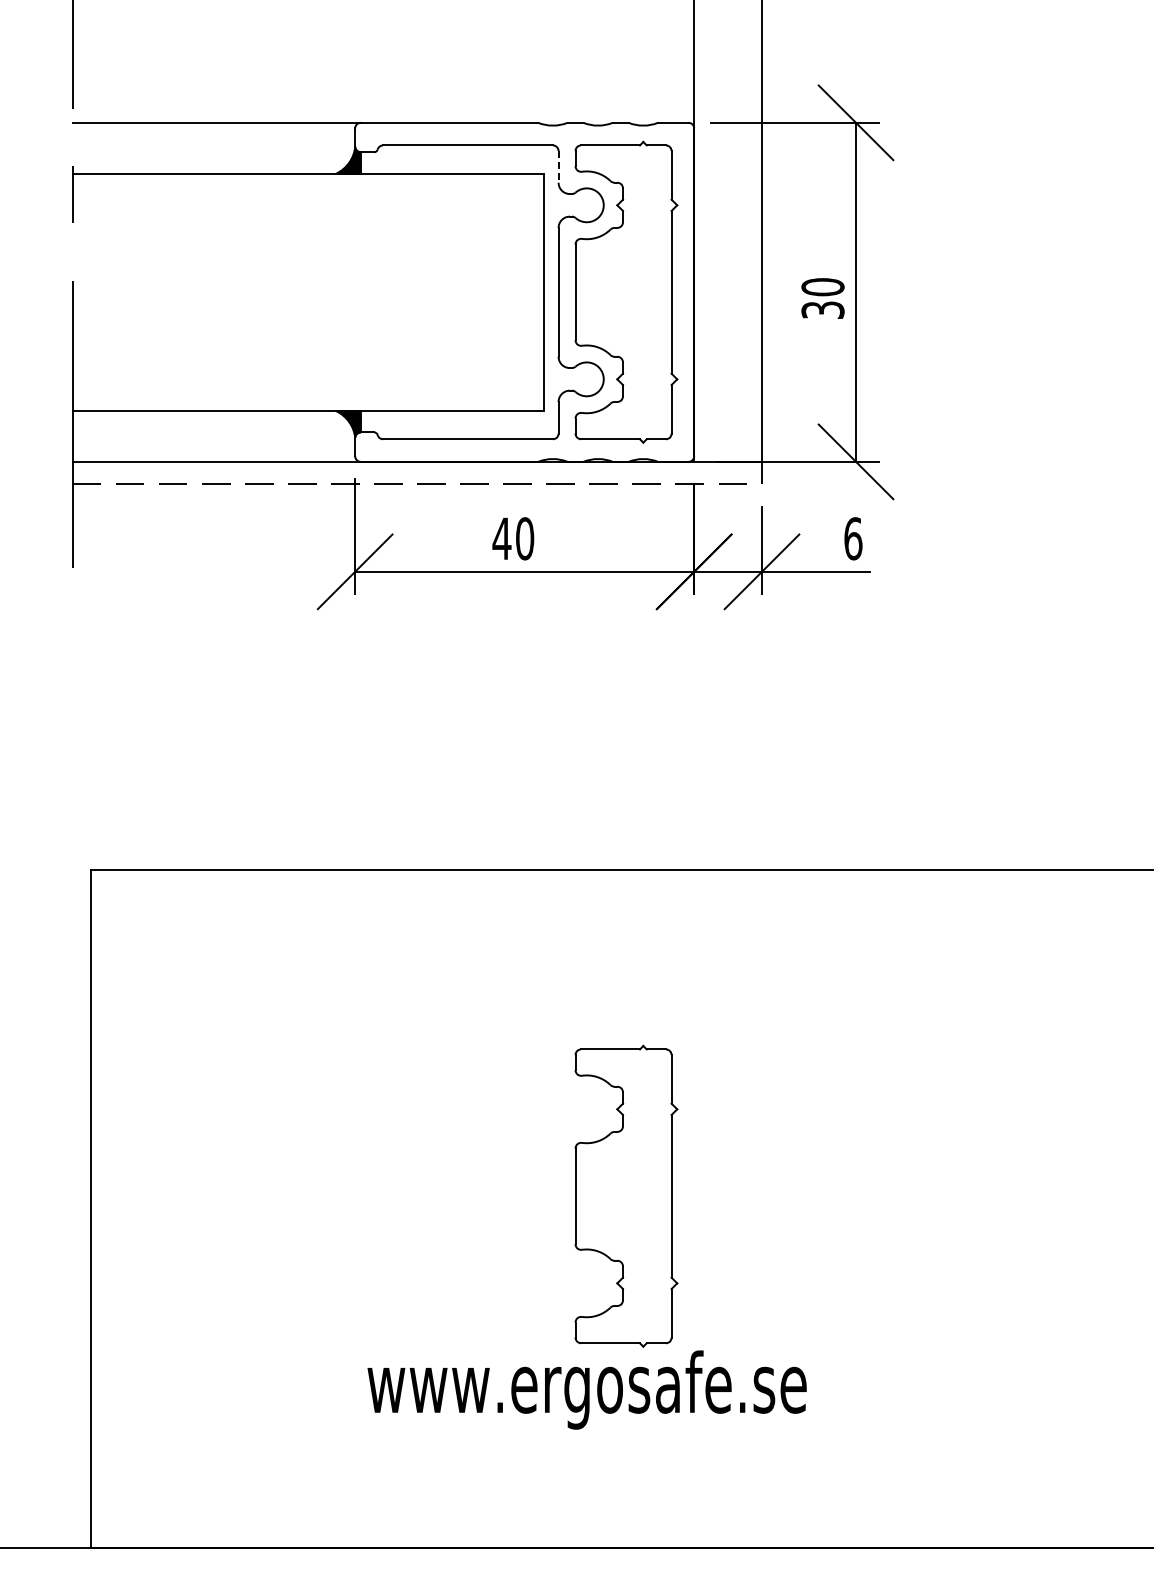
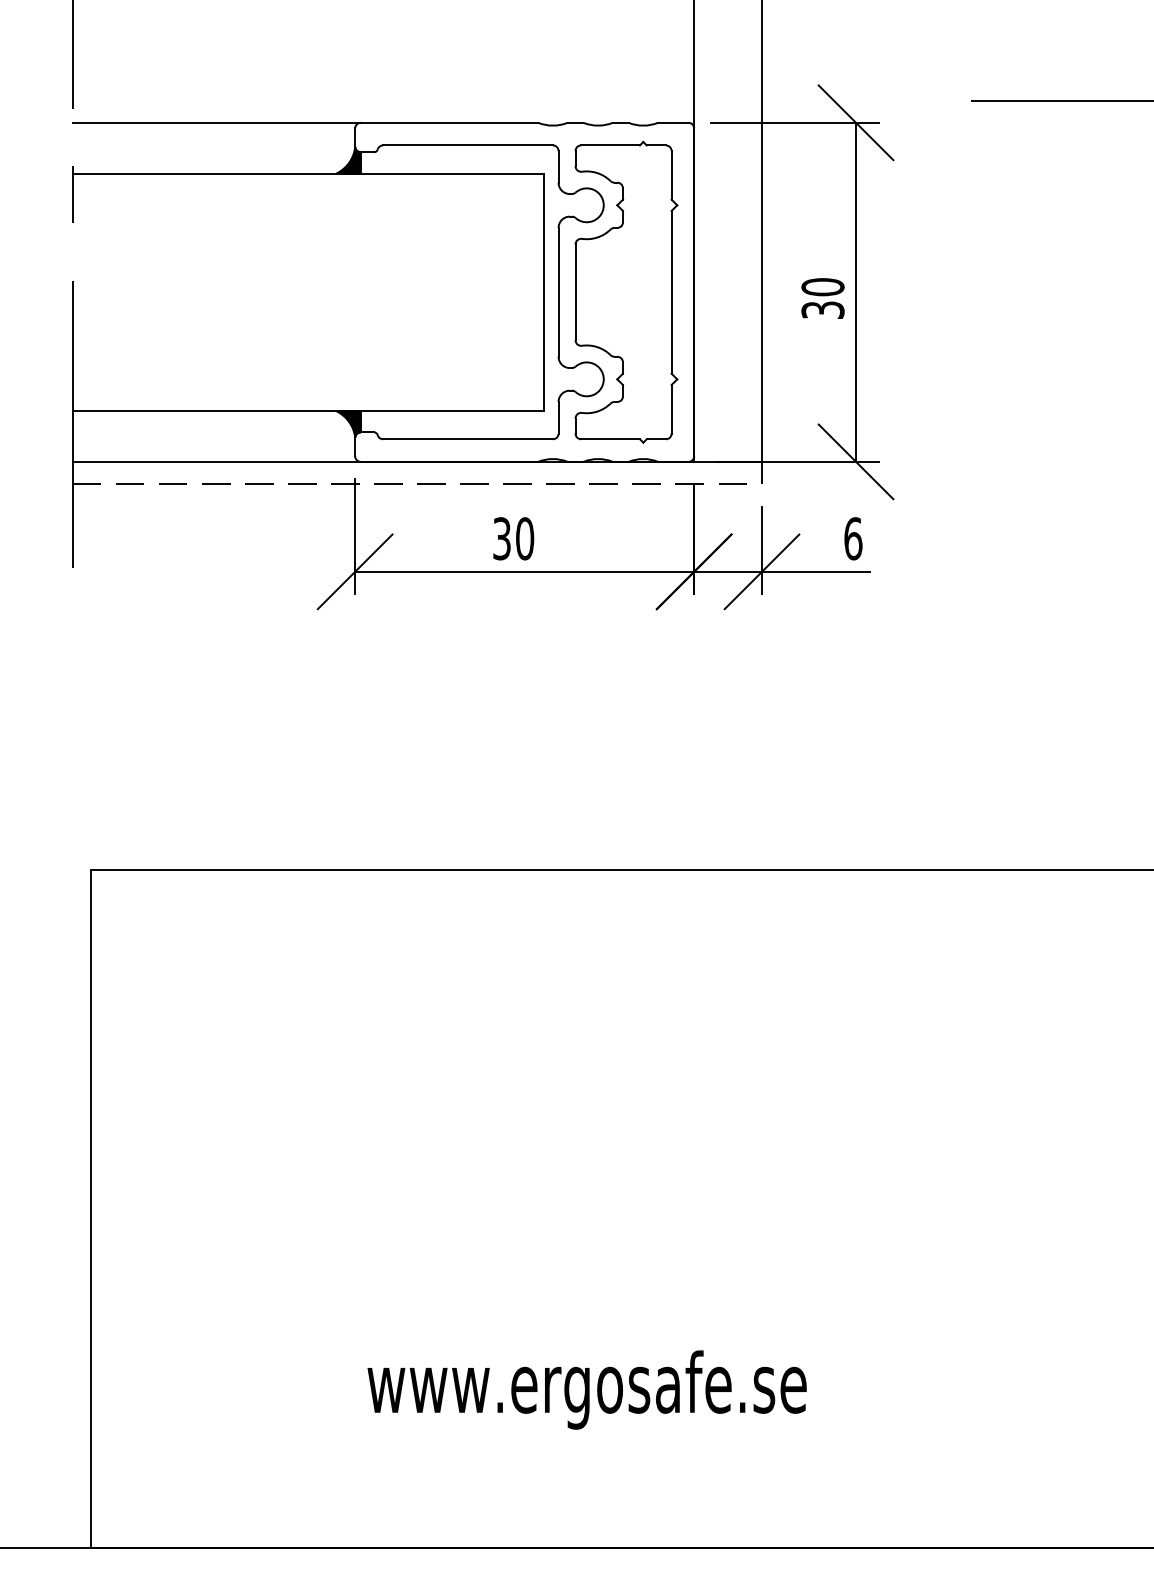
line at (1060, 101): none -> present
line at (558, 166): dashed -> solid
text at (501, 538): 40 -> 30
part at (626, 1195): present -> none
